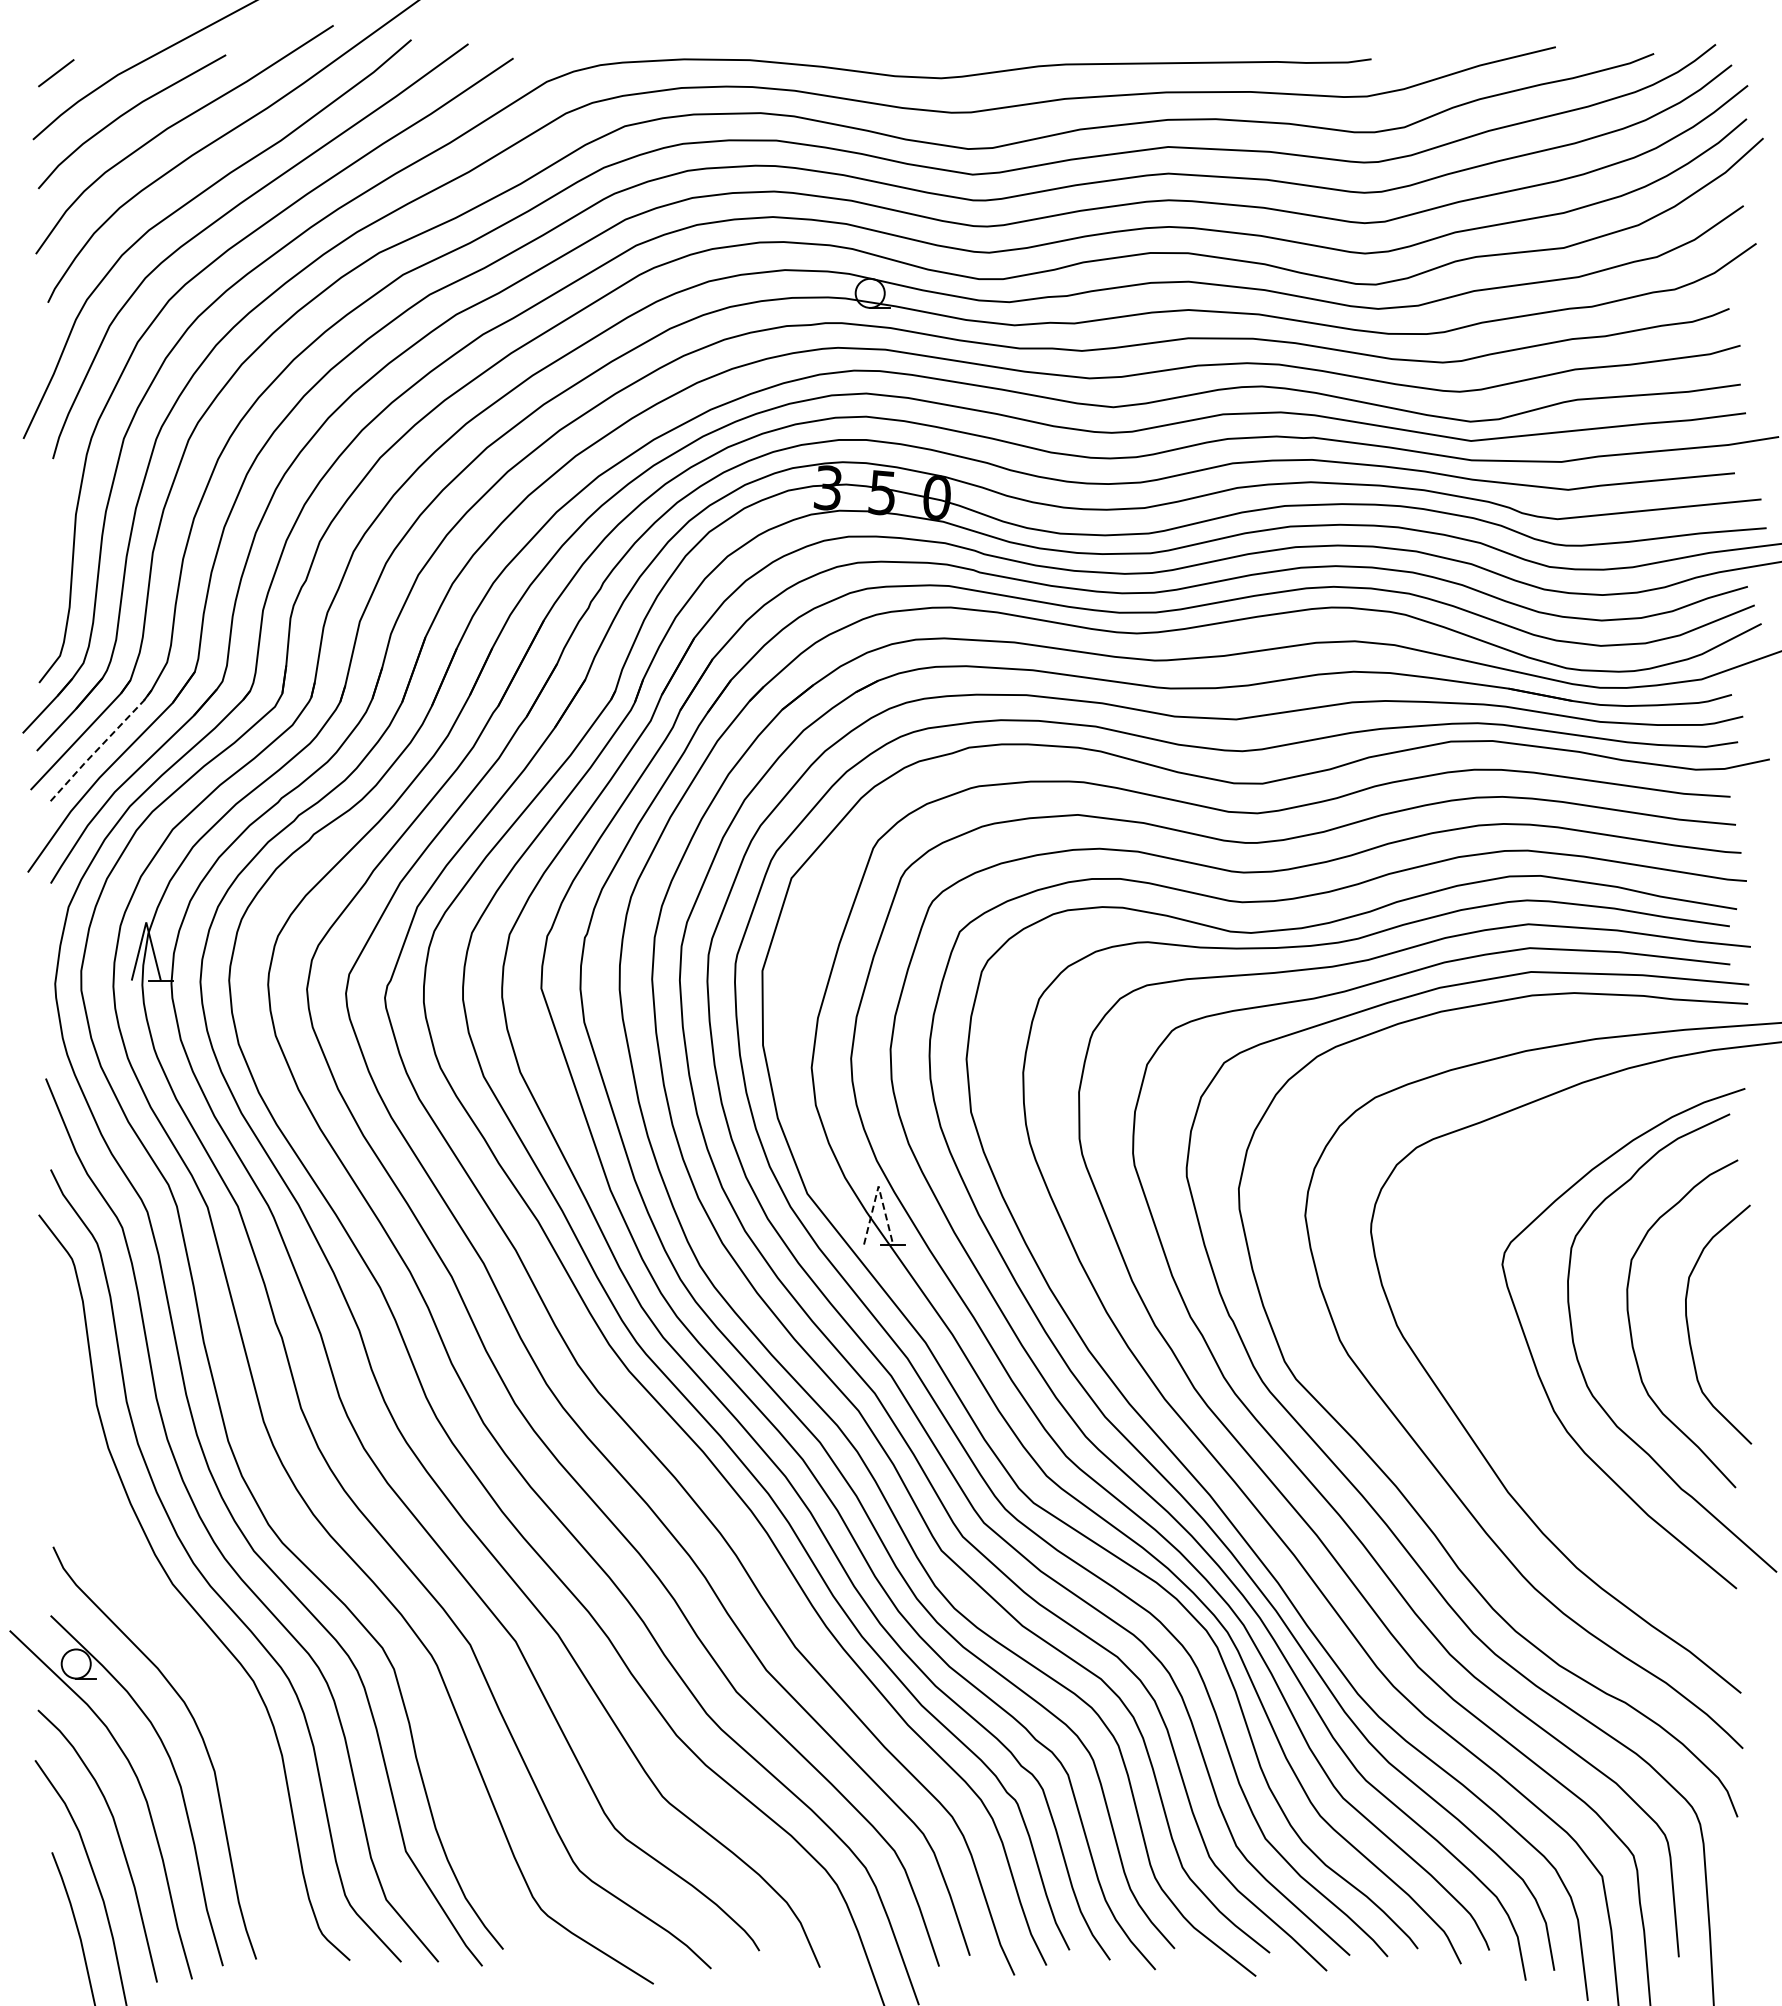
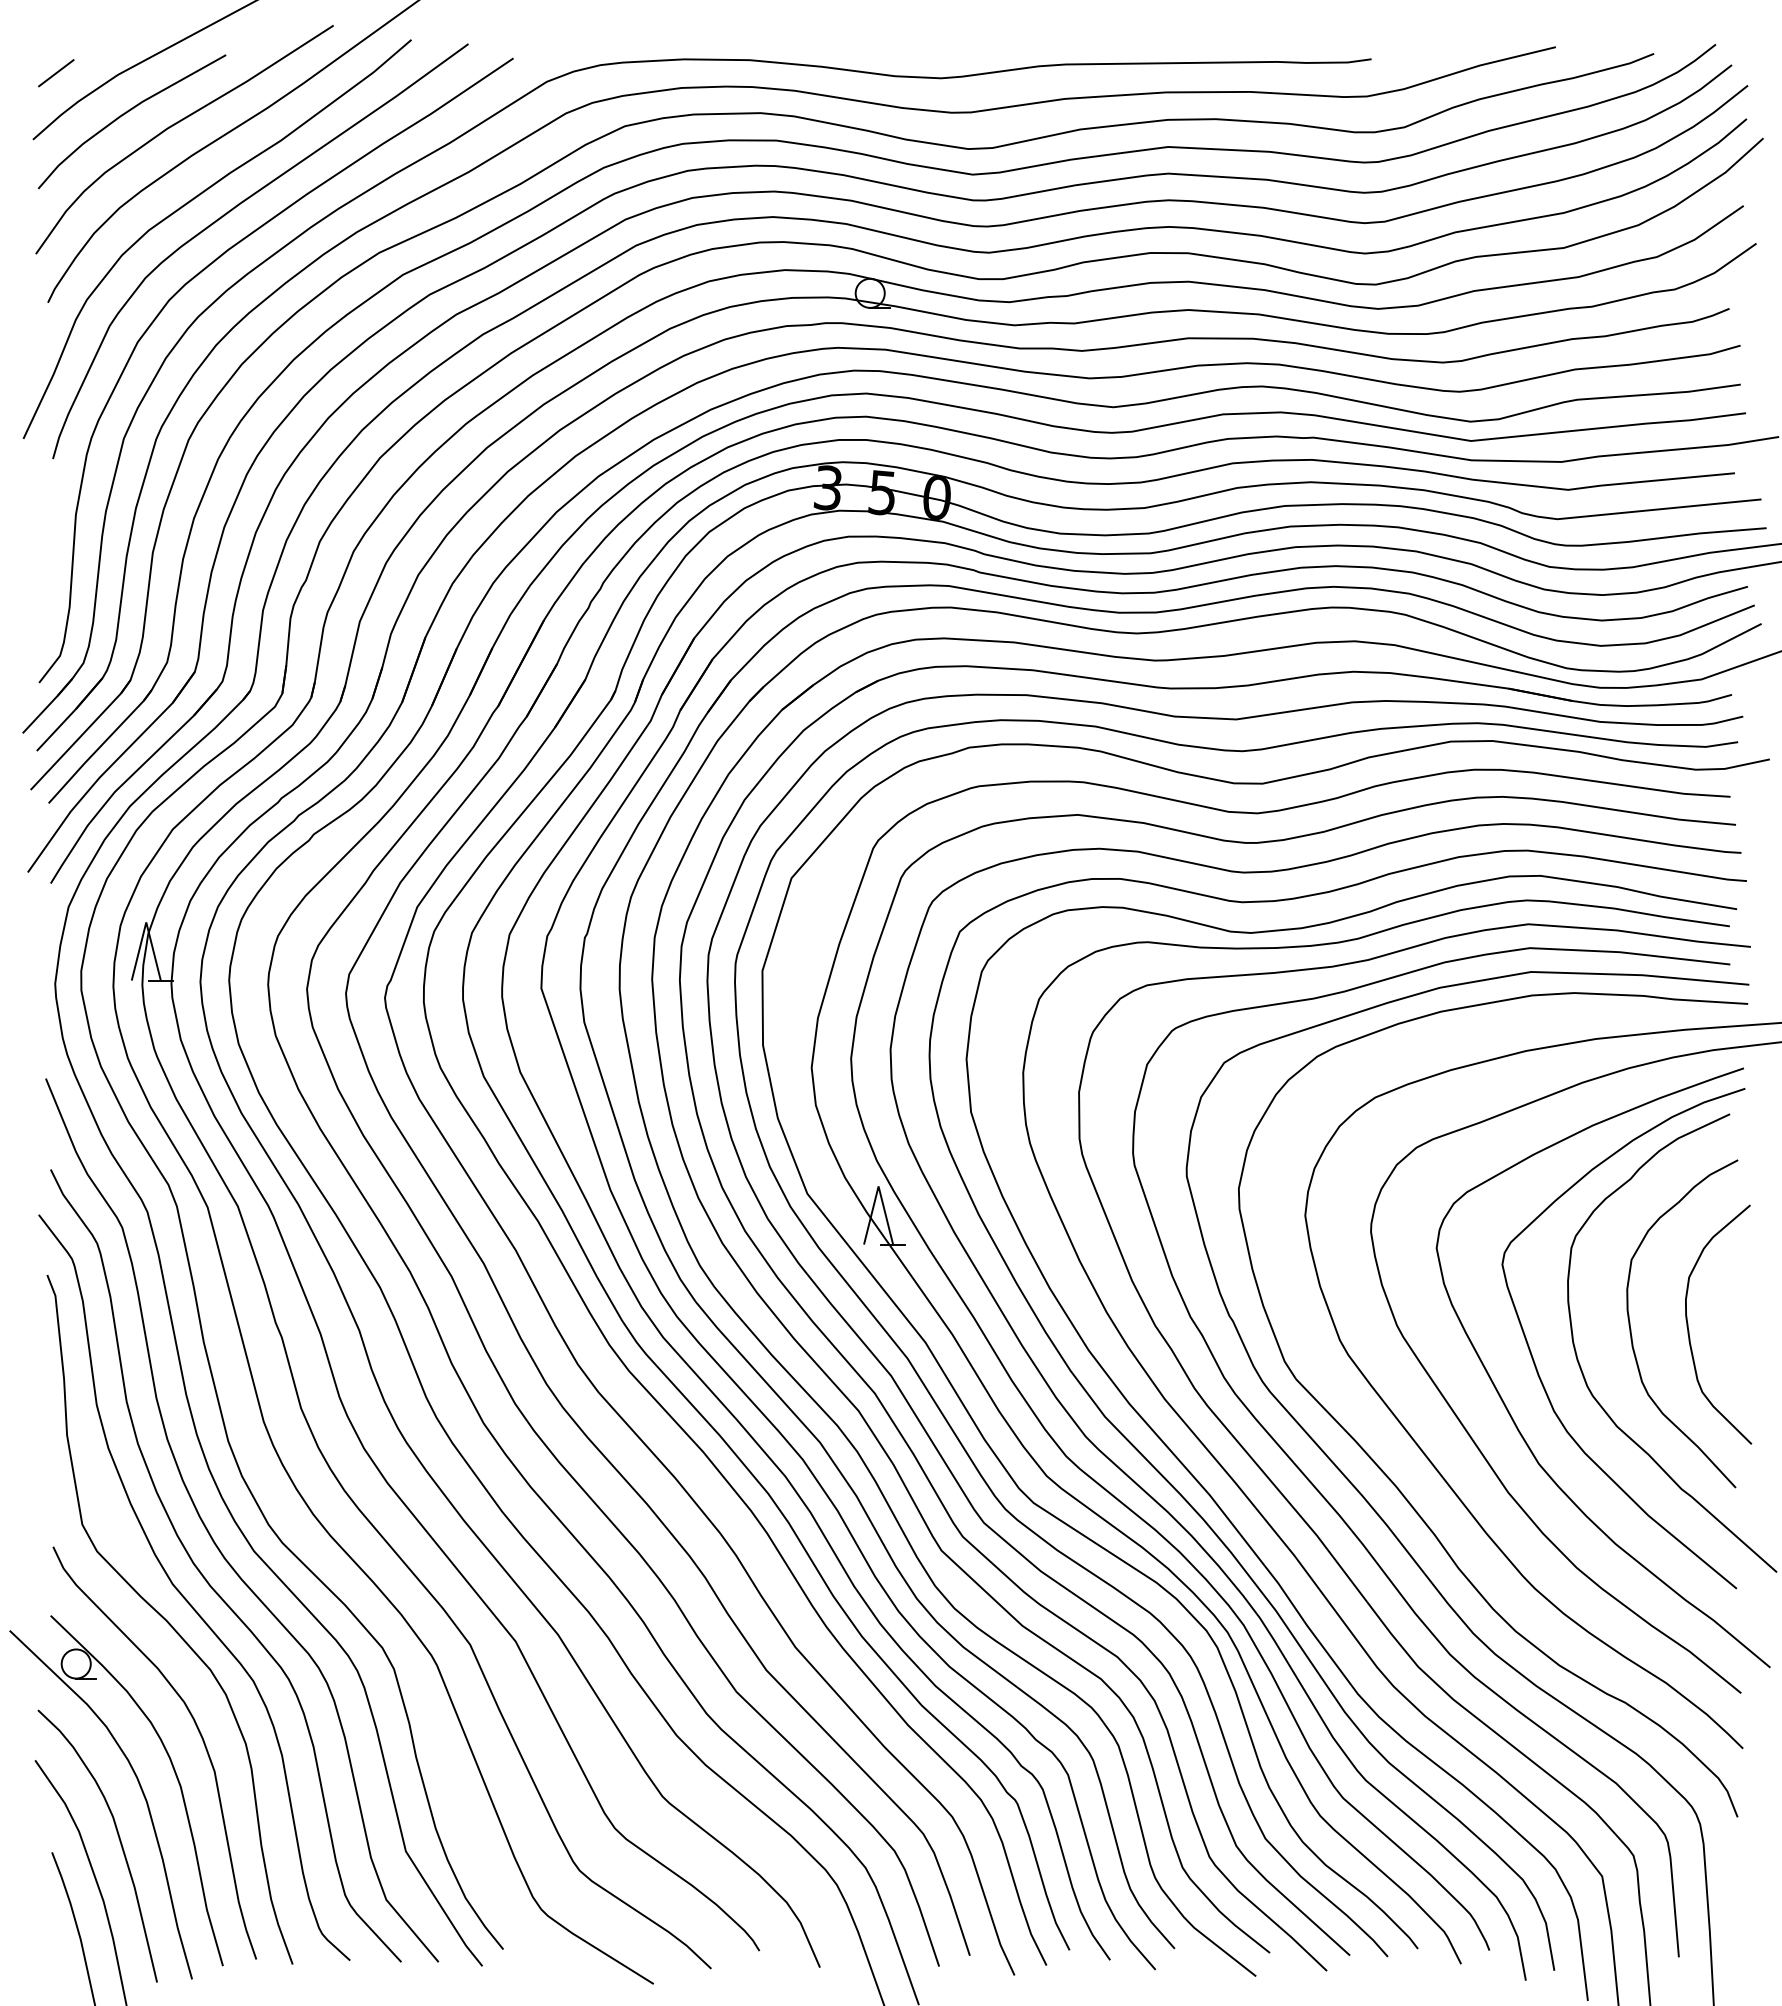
line at (100, 746): dashed -> solid
line at (878, 1186): dashed -> solid
curve at (1512, 1416): none -> present
curve at (167, 1620): none -> present
